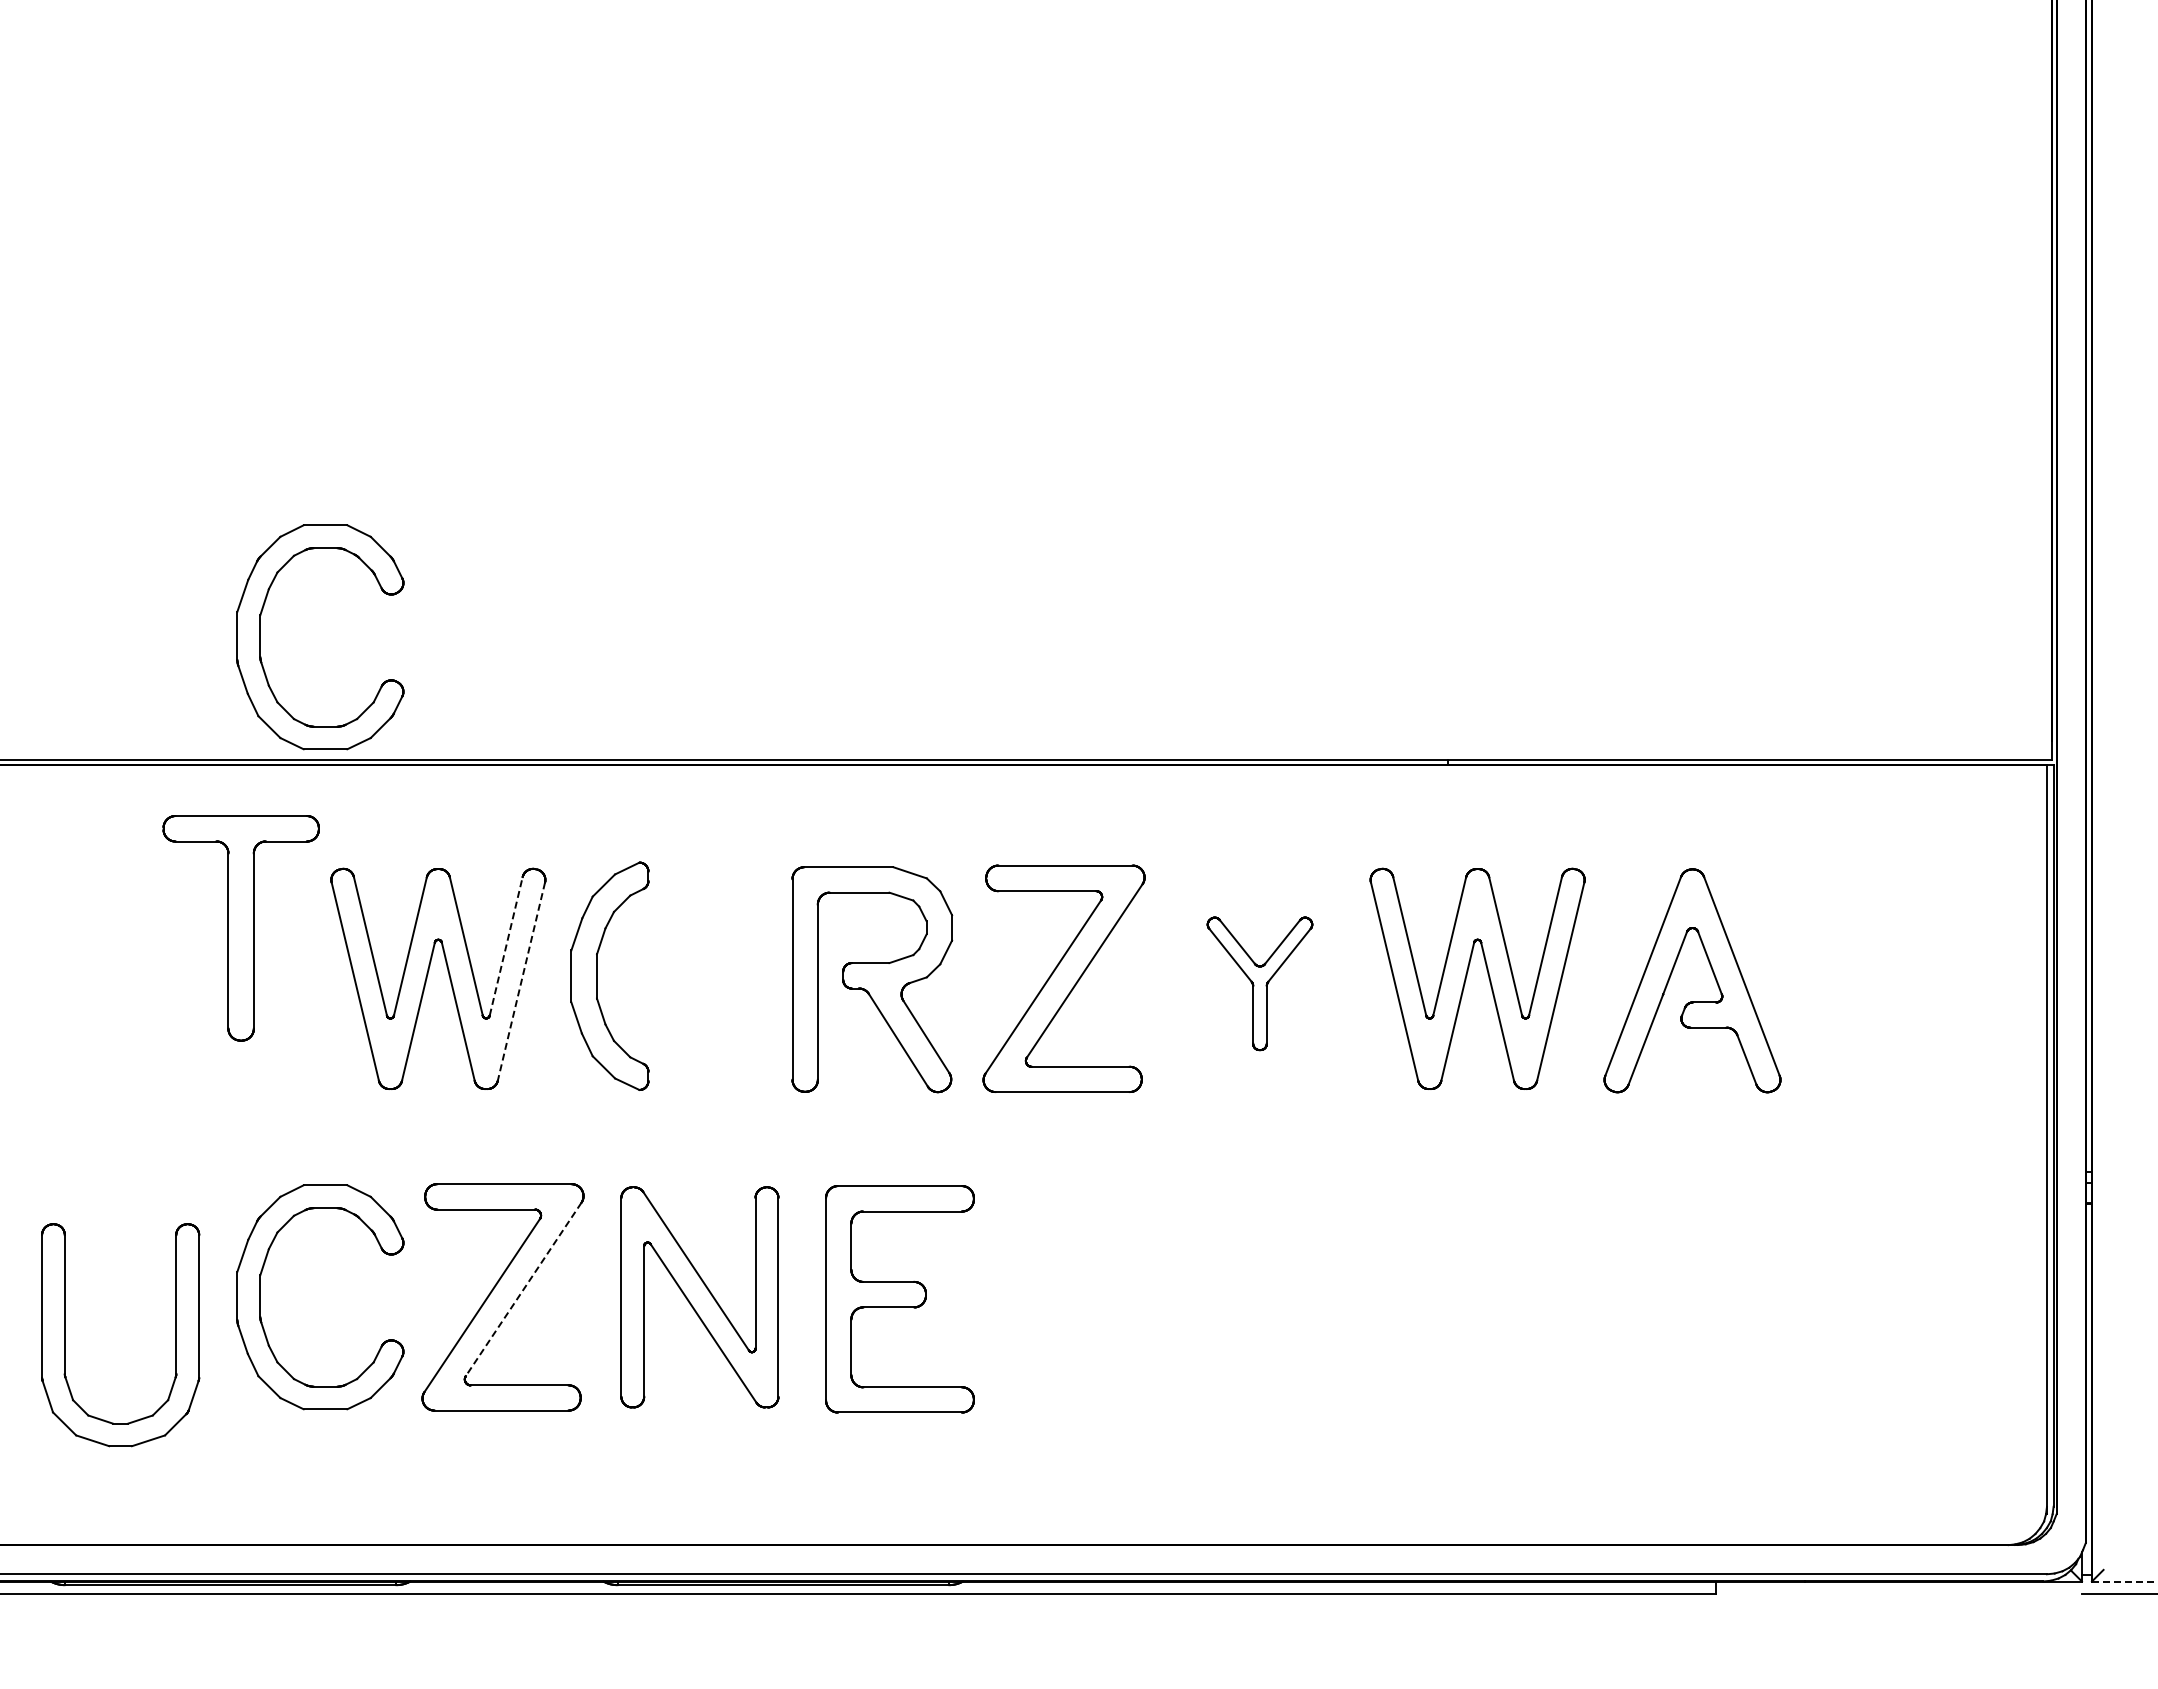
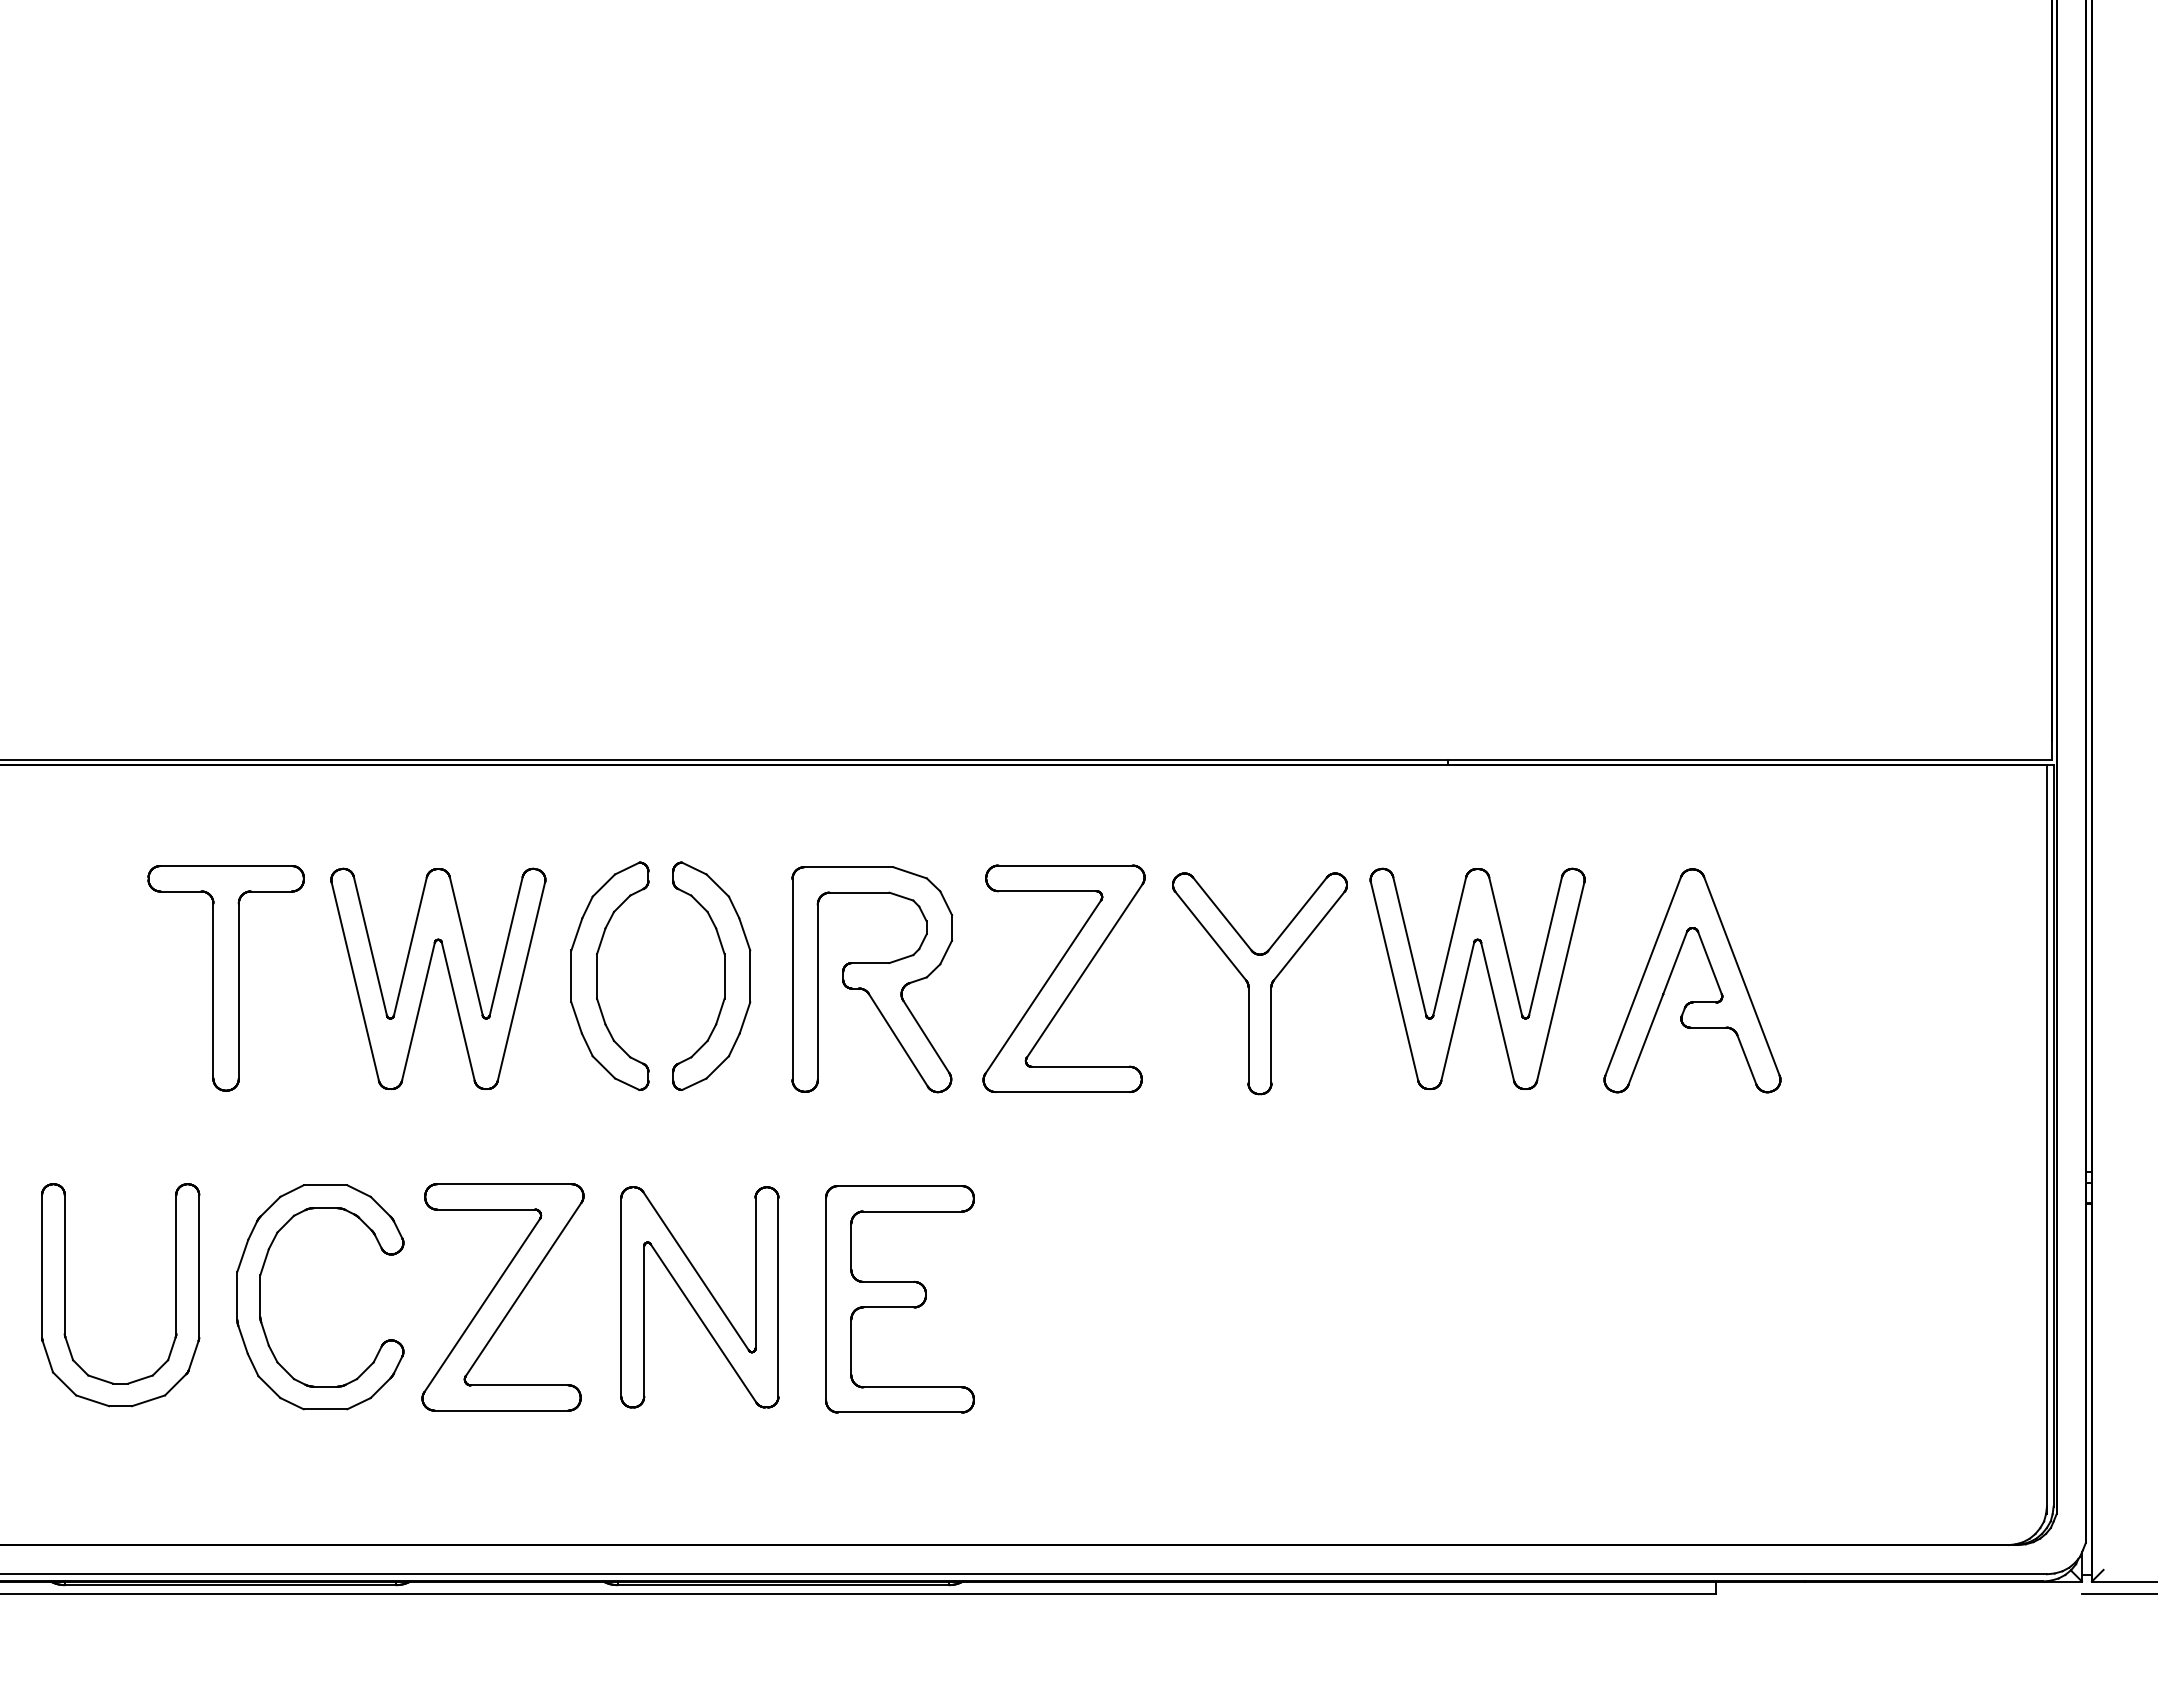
part at (260, 637): present -> none
part at (240, 928) position: (240, 928) -> (225, 978)
line at (506, 945): dashed -> solid
part at (724, 975): none -> present
line at (521, 981): dashed -> solid
part at (1259, 983) size: 108x136 px -> 176x224 px
line at (523, 1289): dashed -> solid
part at (65, 1335) position: (65, 1335) -> (65, 1295)
line at (2124, 1581): dashed -> solid
